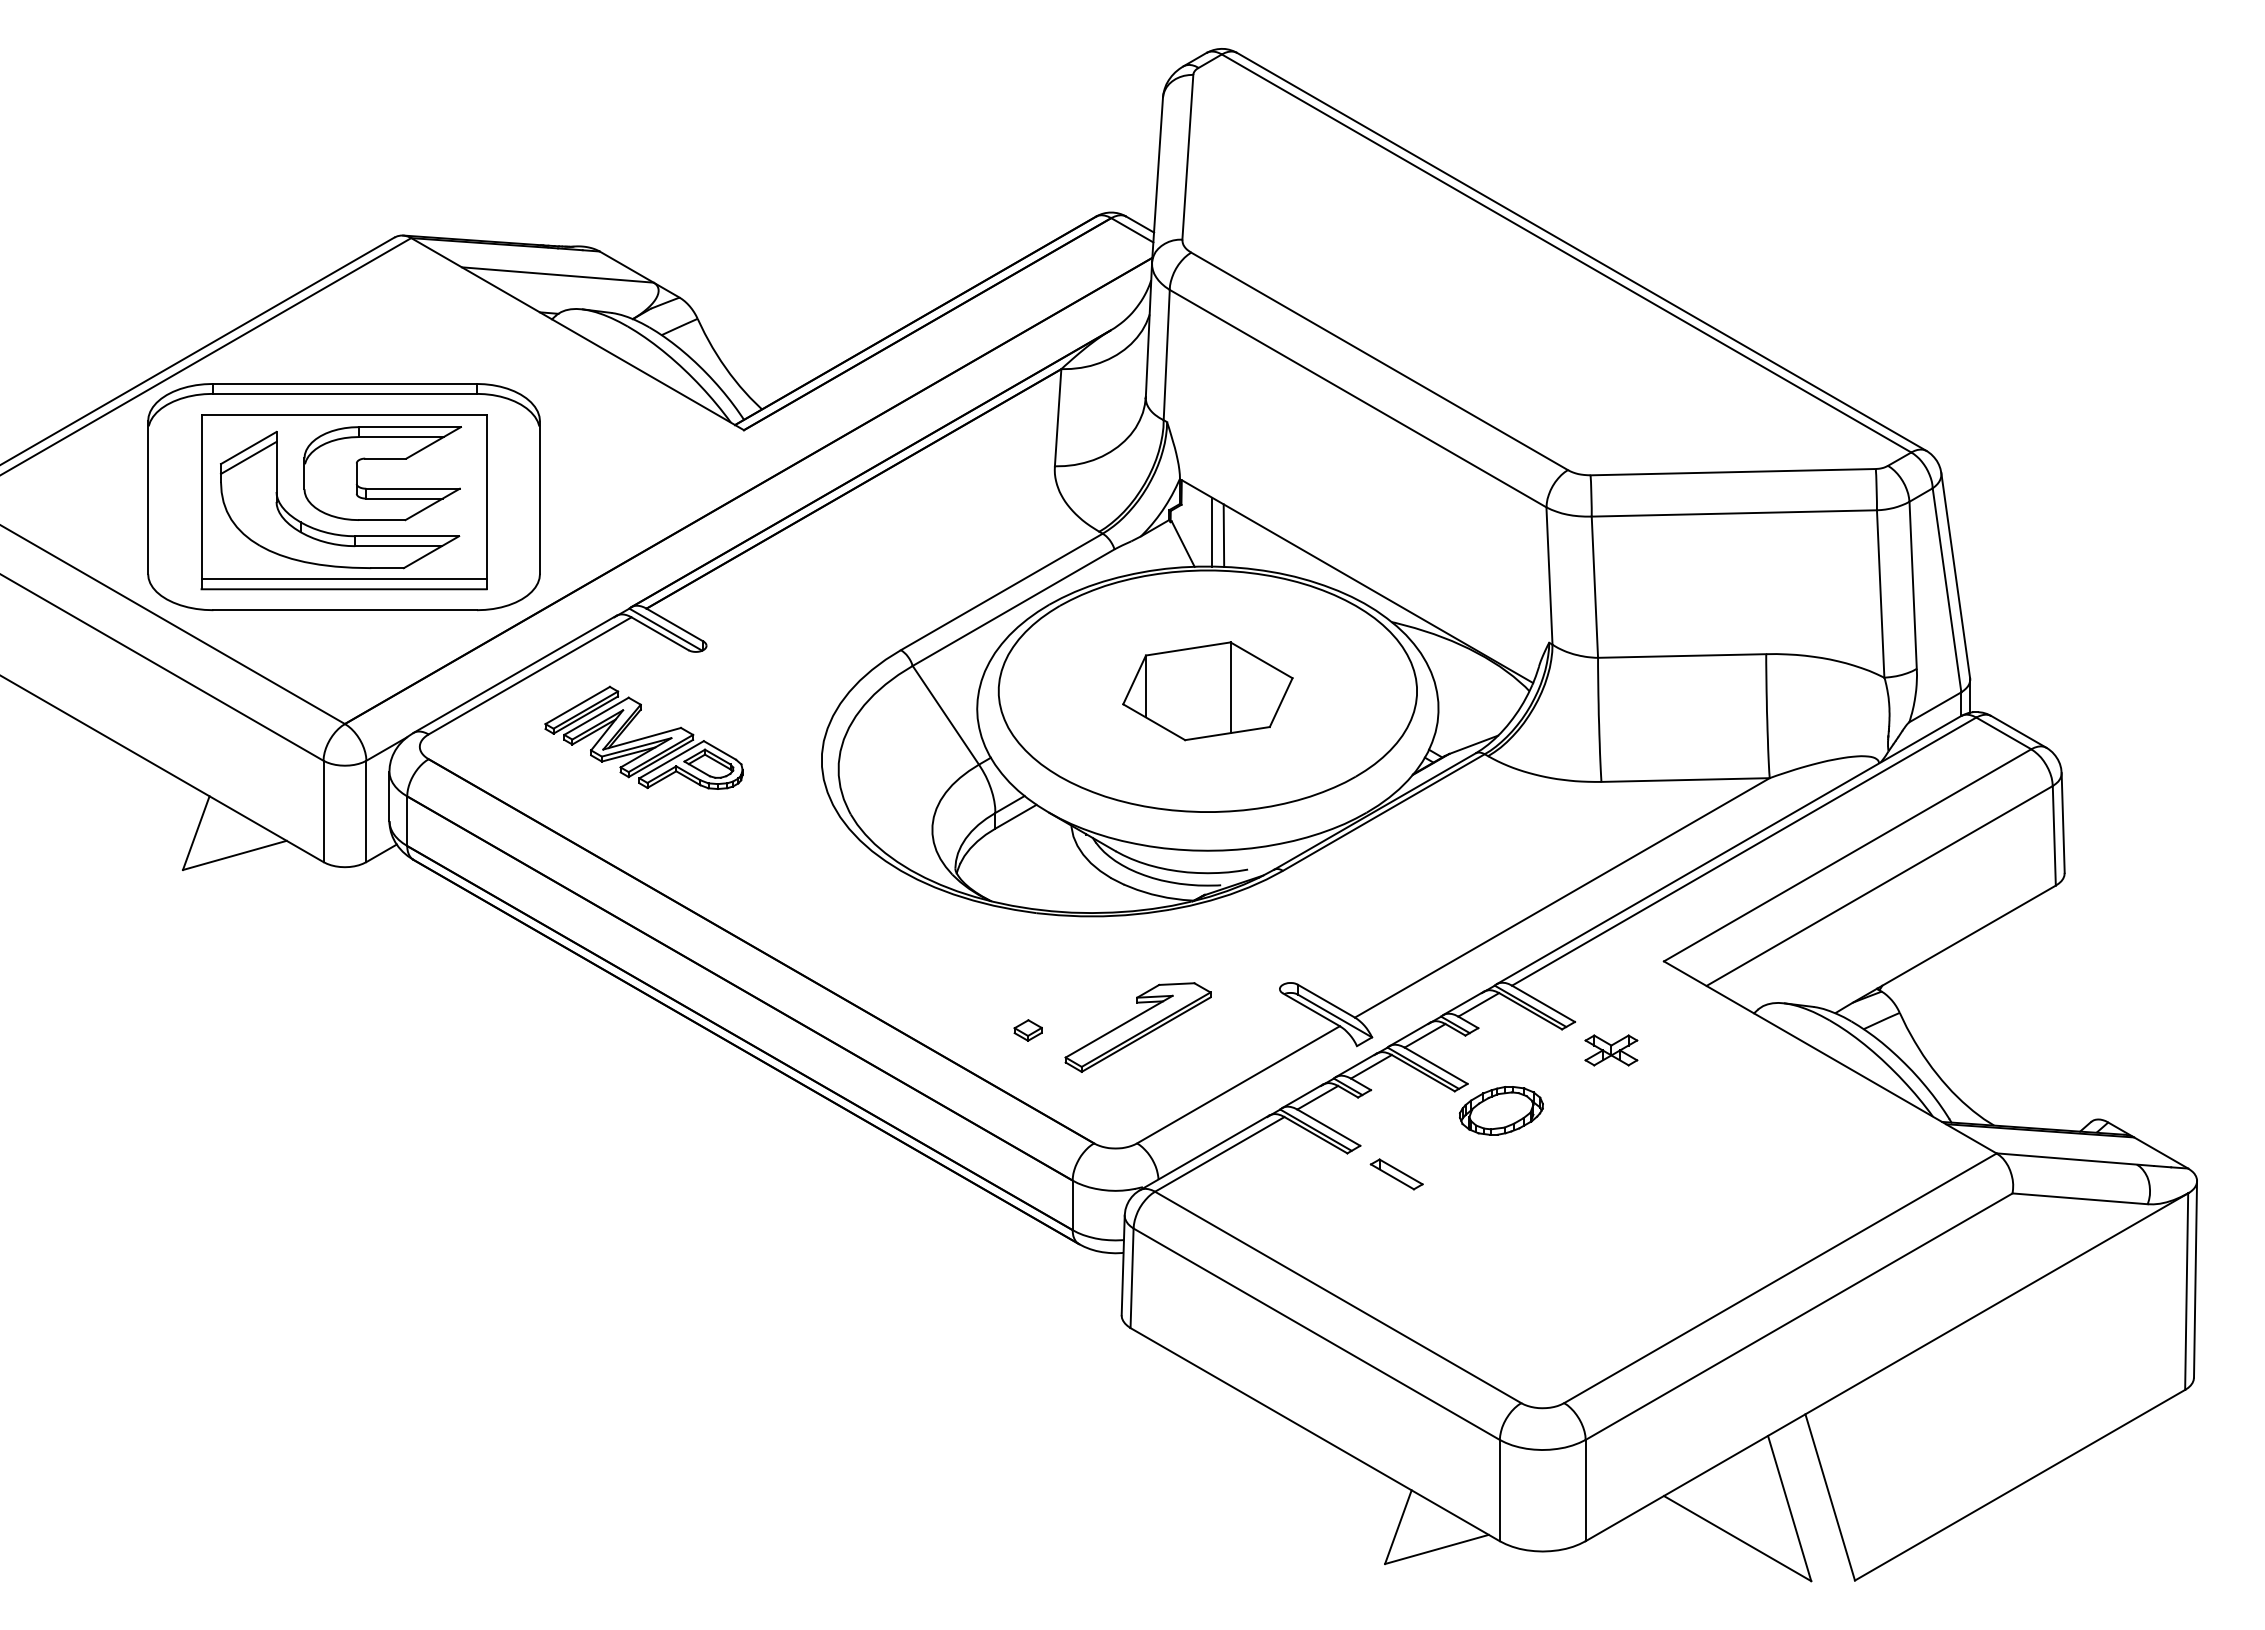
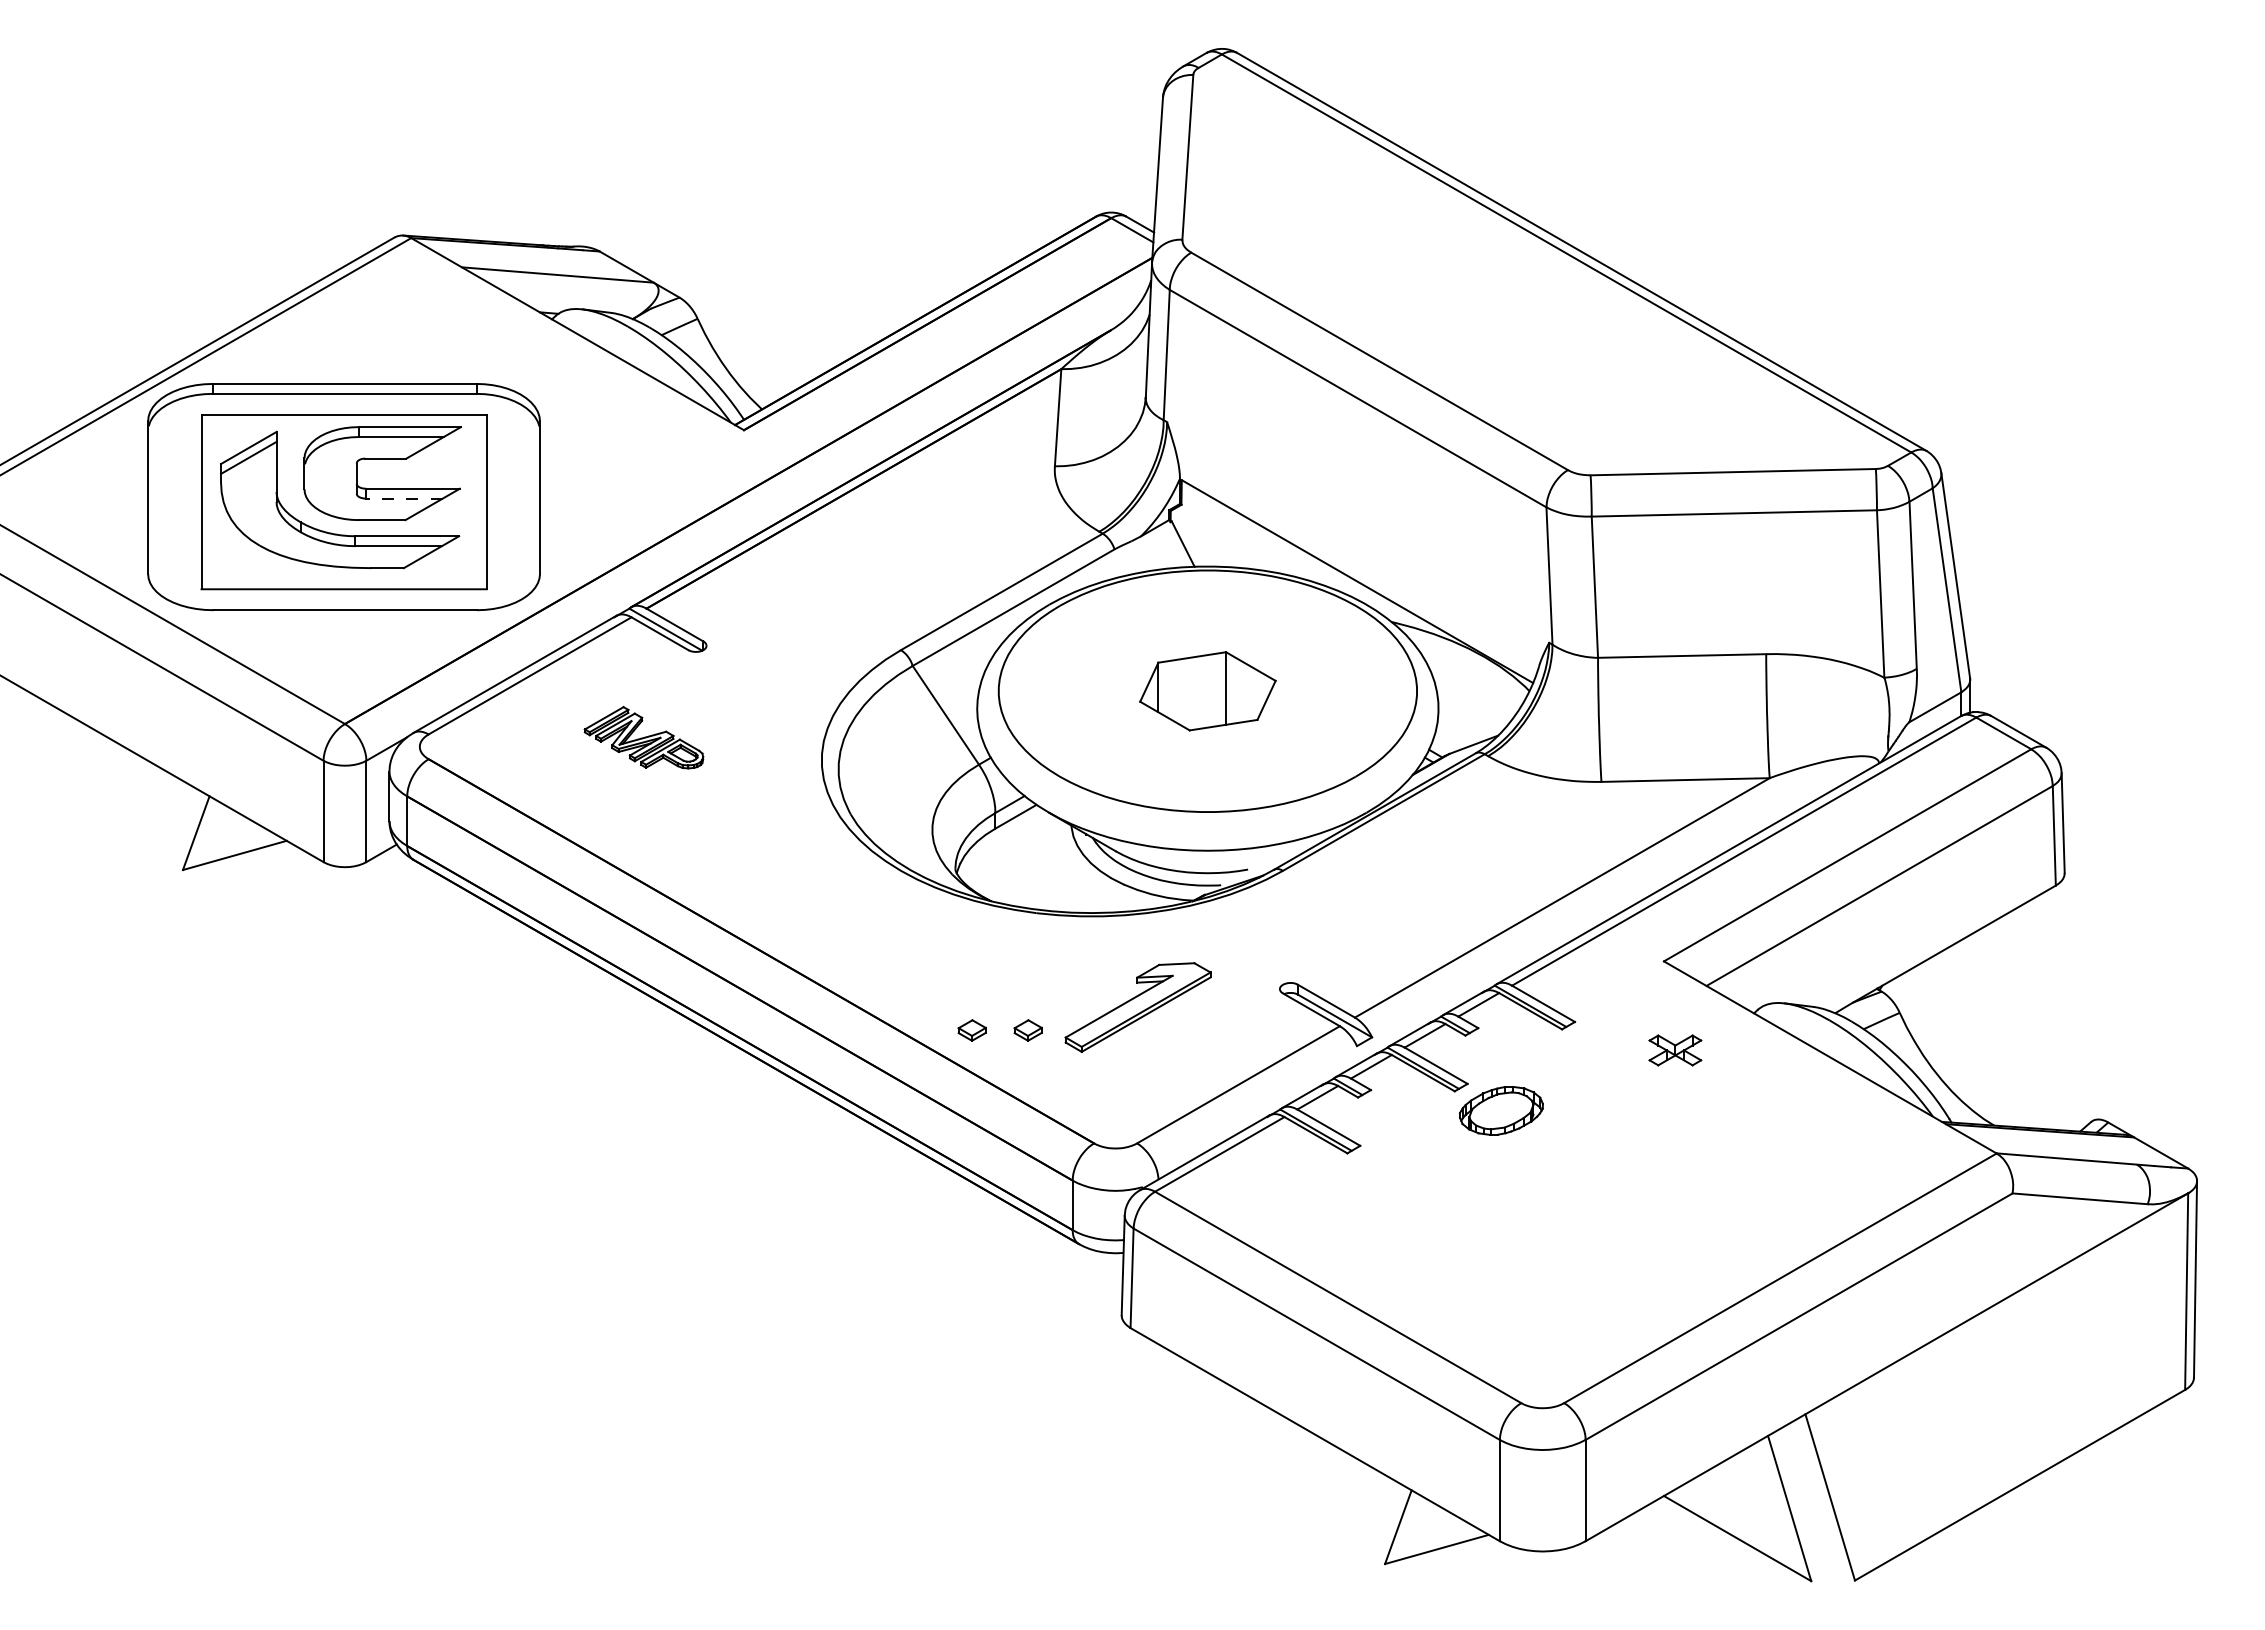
line at (403, 498): solid -> dashed
line at (1212, 531): present -> none
line at (1223, 535): present -> none
line at (343, 579): present -> none
part at (1207, 691) size: 172x101 px -> 138x81 px
part at (643, 737) size: 200x105 px -> 122x64 px
part at (1137, 1027) position: (1137, 1027) -> (1137, 1007)
part at (971, 1030): none -> present
part at (1611, 1050) position: (1611, 1050) -> (1675, 1050)
part at (1396, 1174): present -> none
